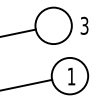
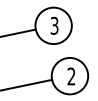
text at (84, 25) position: (84, 25) -> (54, 25)
text at (71, 76): 1 -> 2
